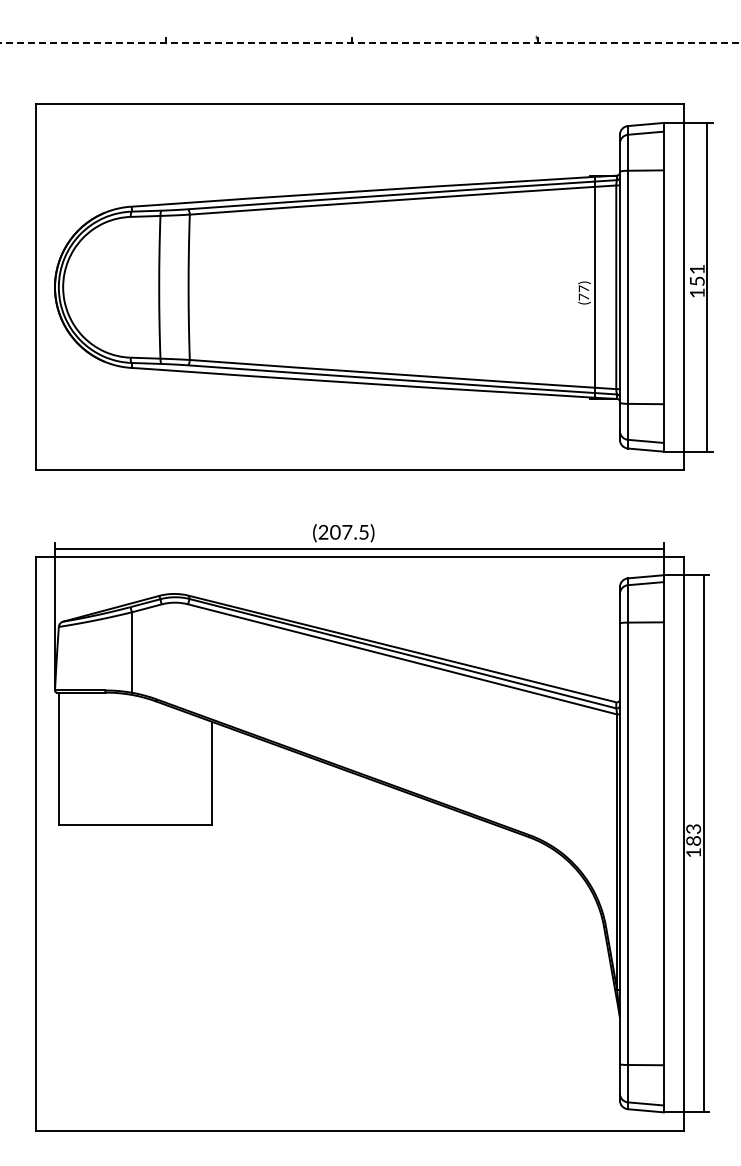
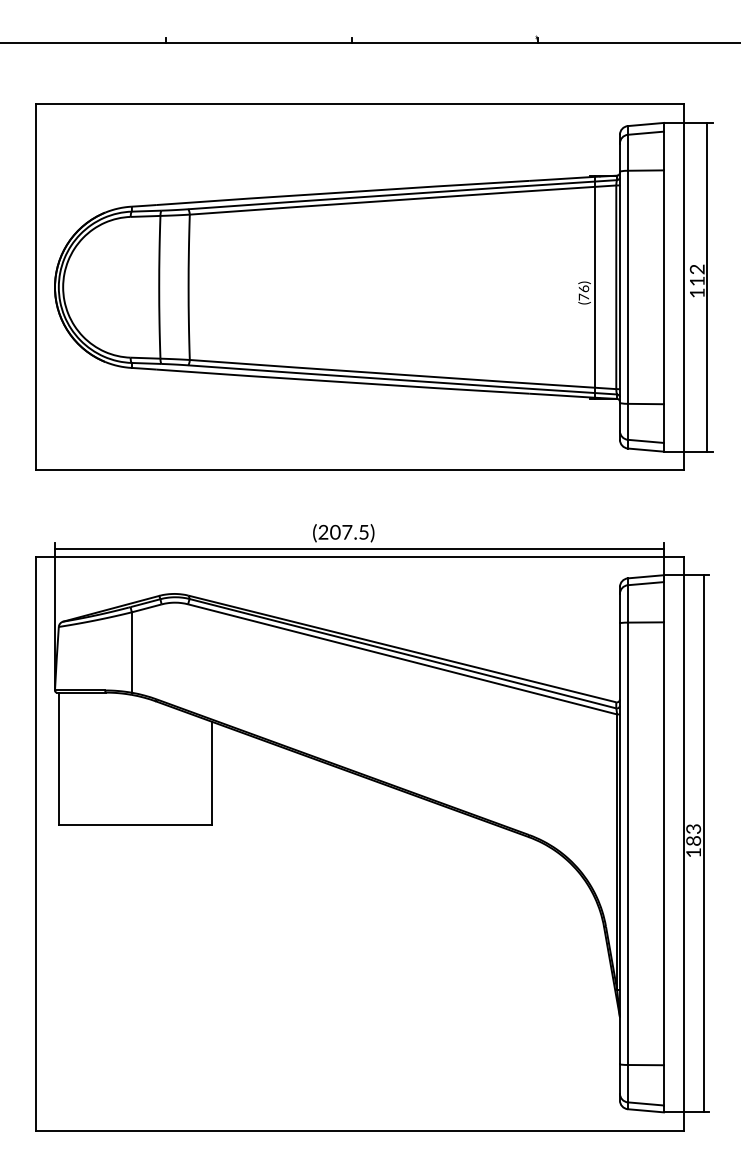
line at (370, 43): dashed -> solid
text at (696, 274): 151 -> 112
text at (583, 288): (77) -> (76)
